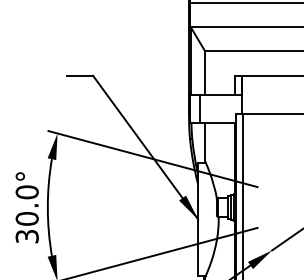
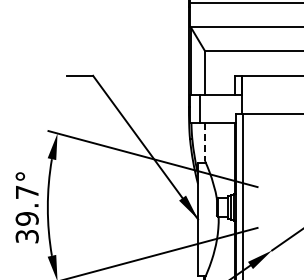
line at (205, 142): solid -> dashed
text at (26, 205): 30.0° -> 39.7°
